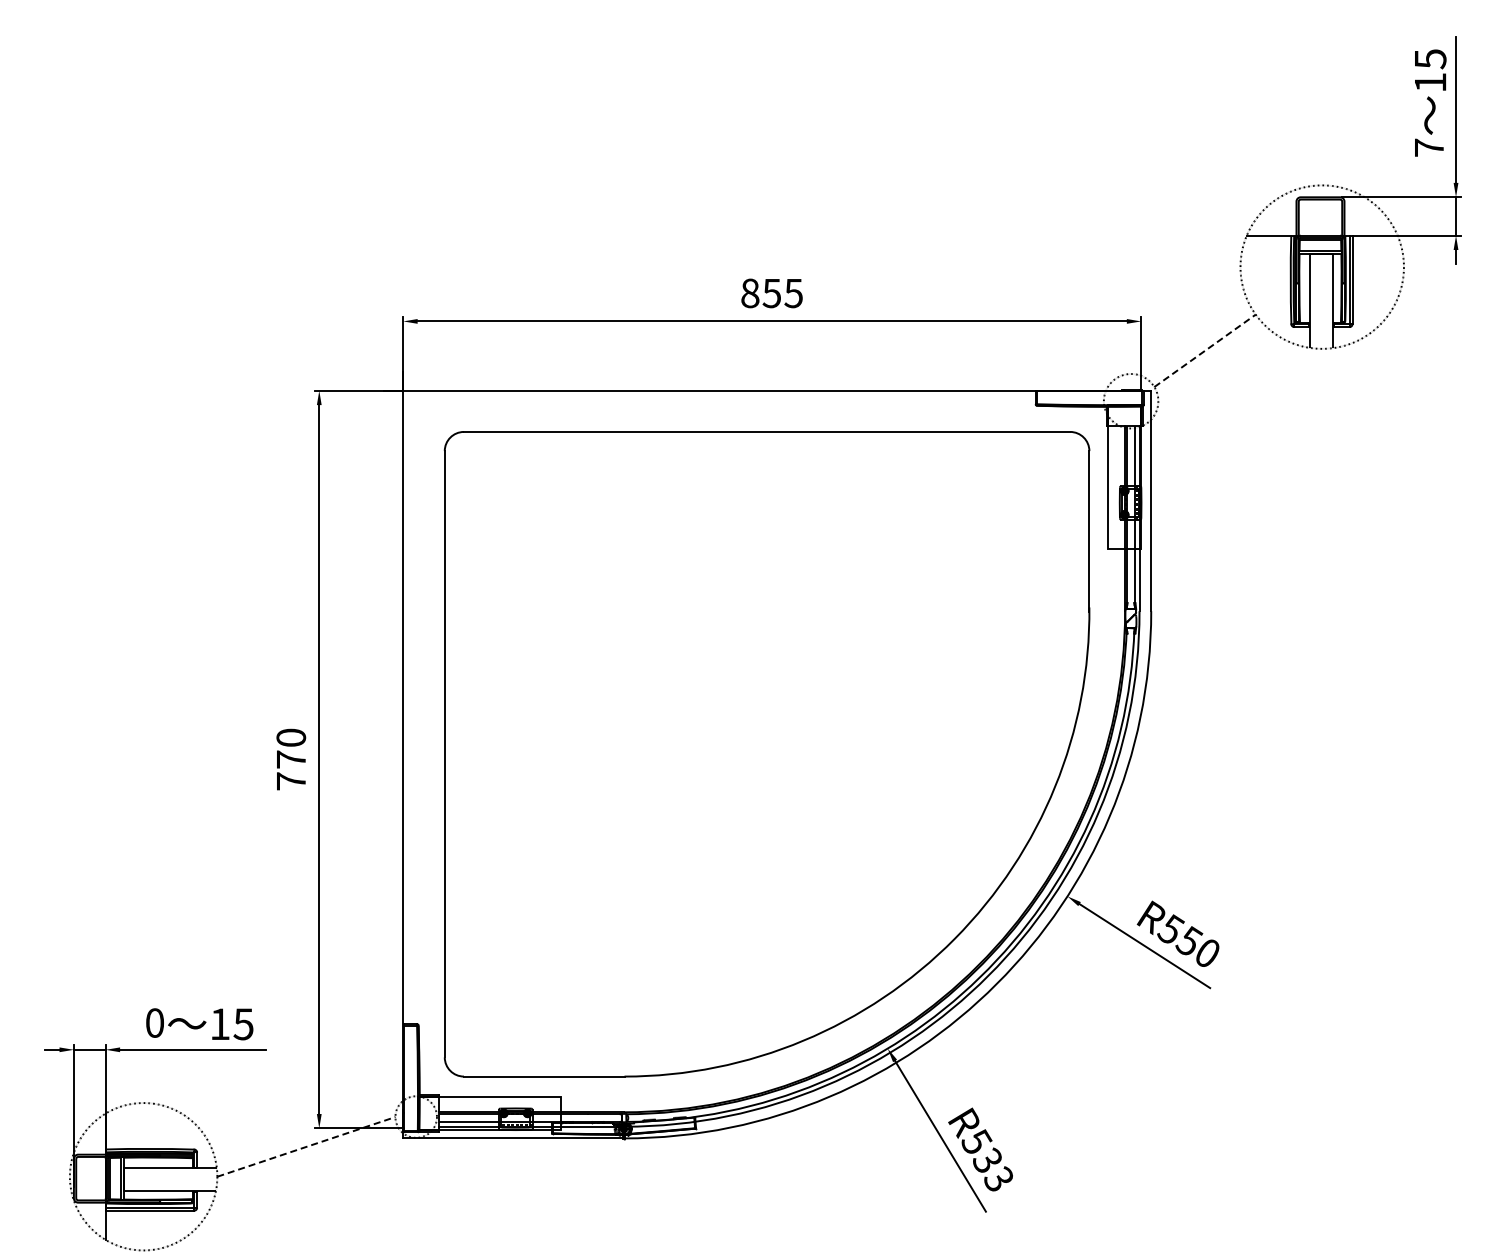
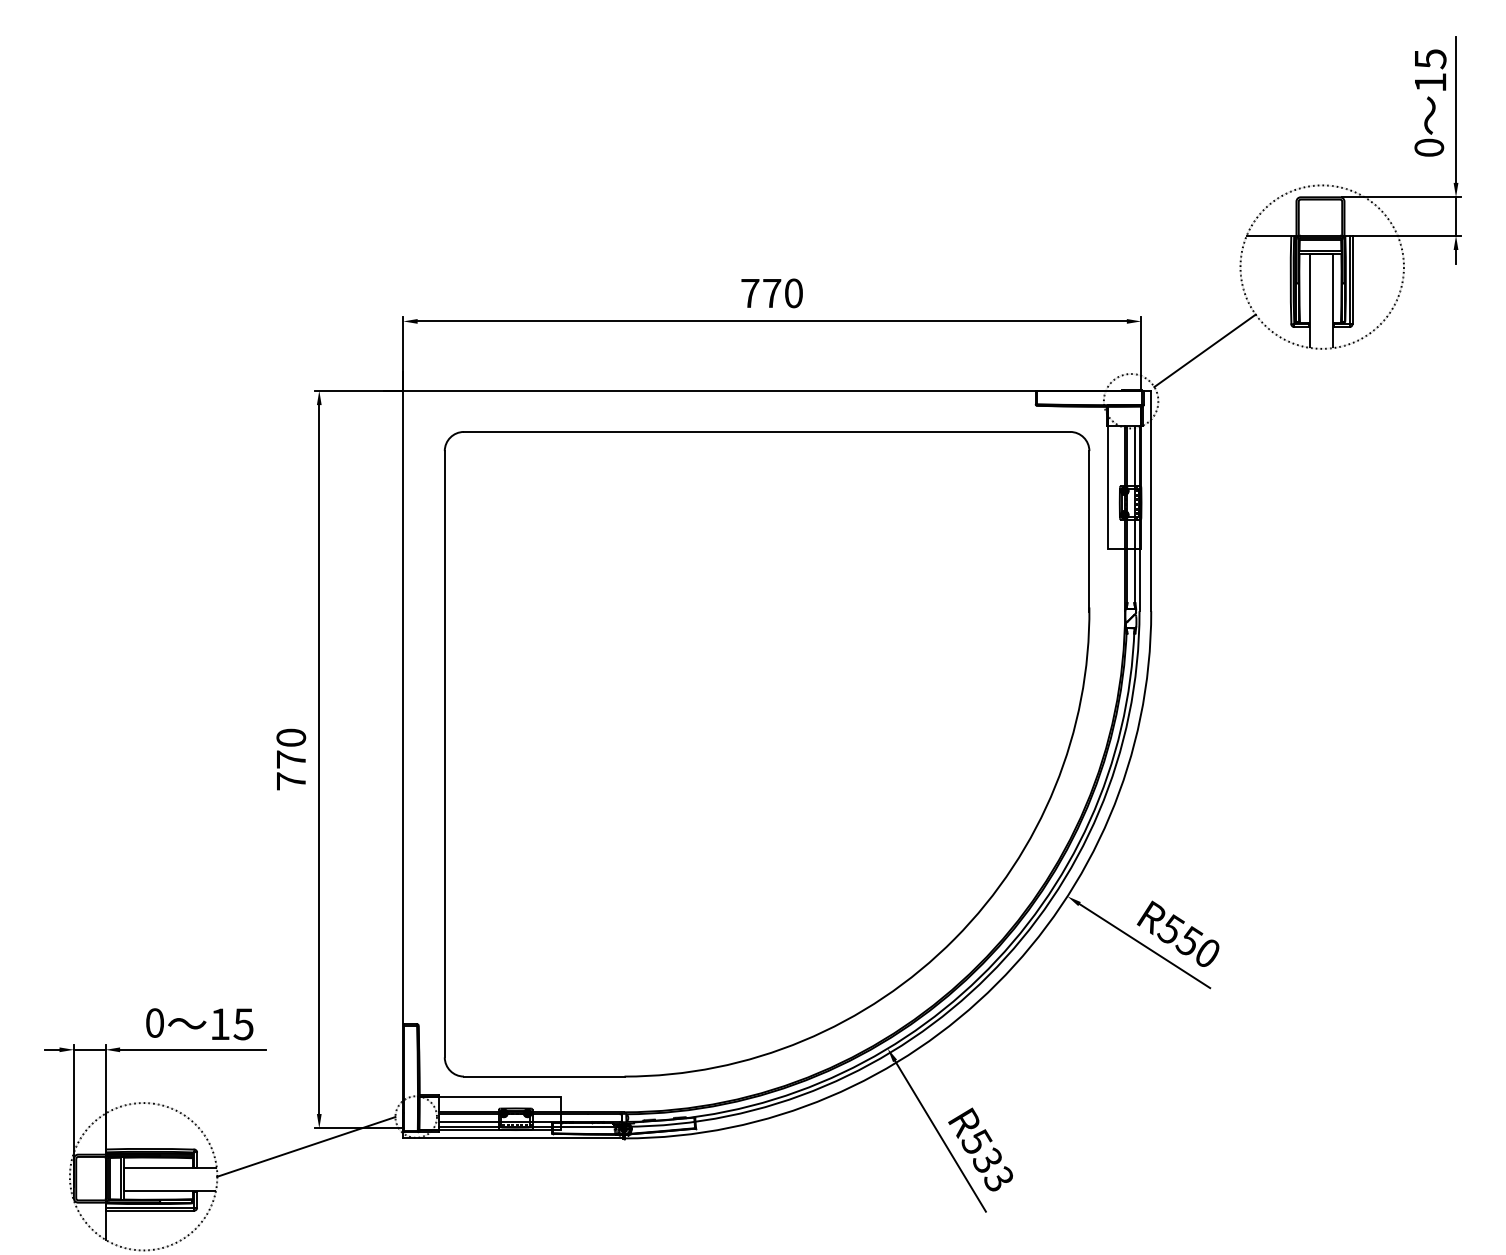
text at (1429, 147): 7 -> 0
text at (771, 293): 855 -> 770
line at (1205, 350): dashed -> solid
line at (306, 1146): dashed -> solid
